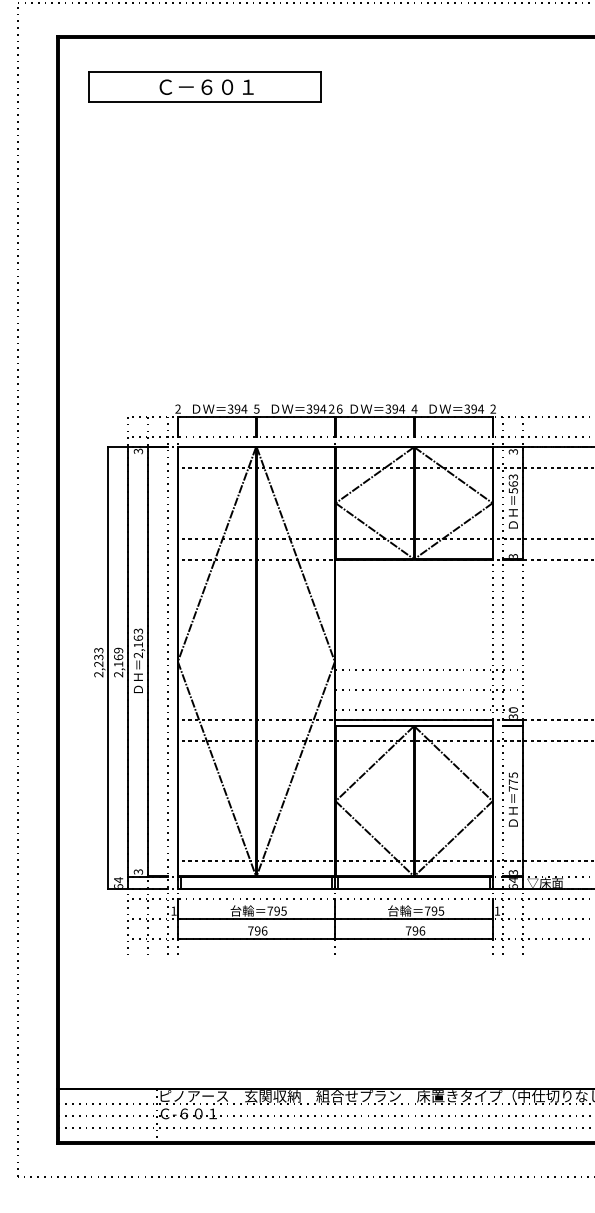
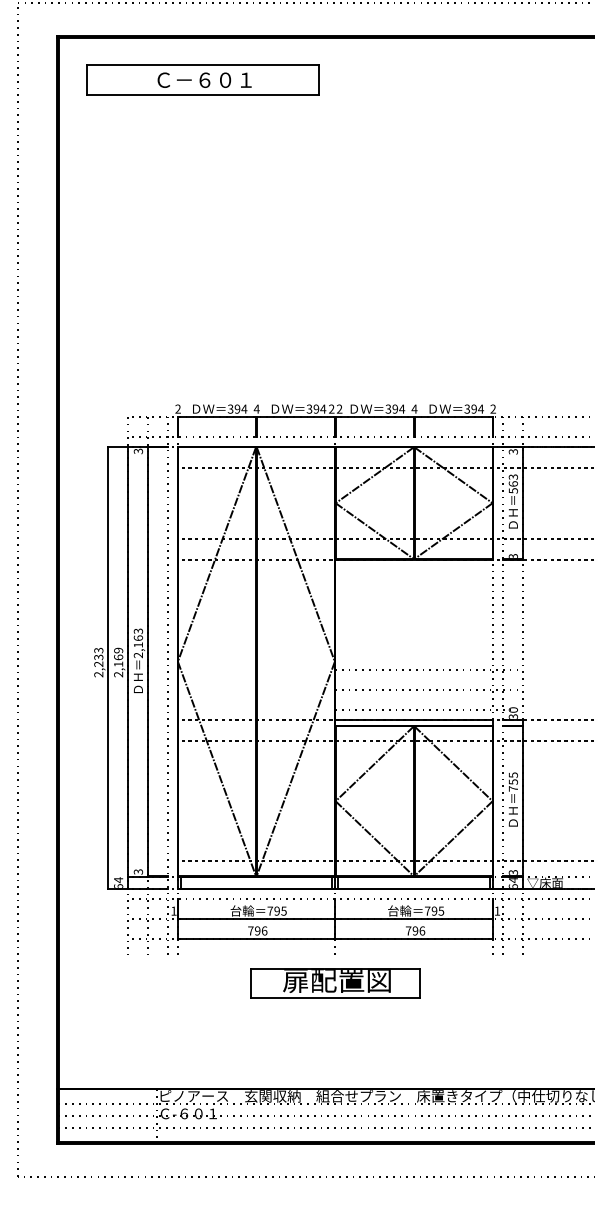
part at (204, 86) position: (204, 86) -> (202, 79)
text at (256, 408): 5 -> 4
text at (339, 408): 6 -> 2
text at (513, 781): 775 -> 755
part at (335, 983): none -> present
